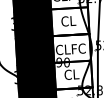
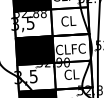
fill at (33, 23): present -> none
fill at (36, 76): present -> none
